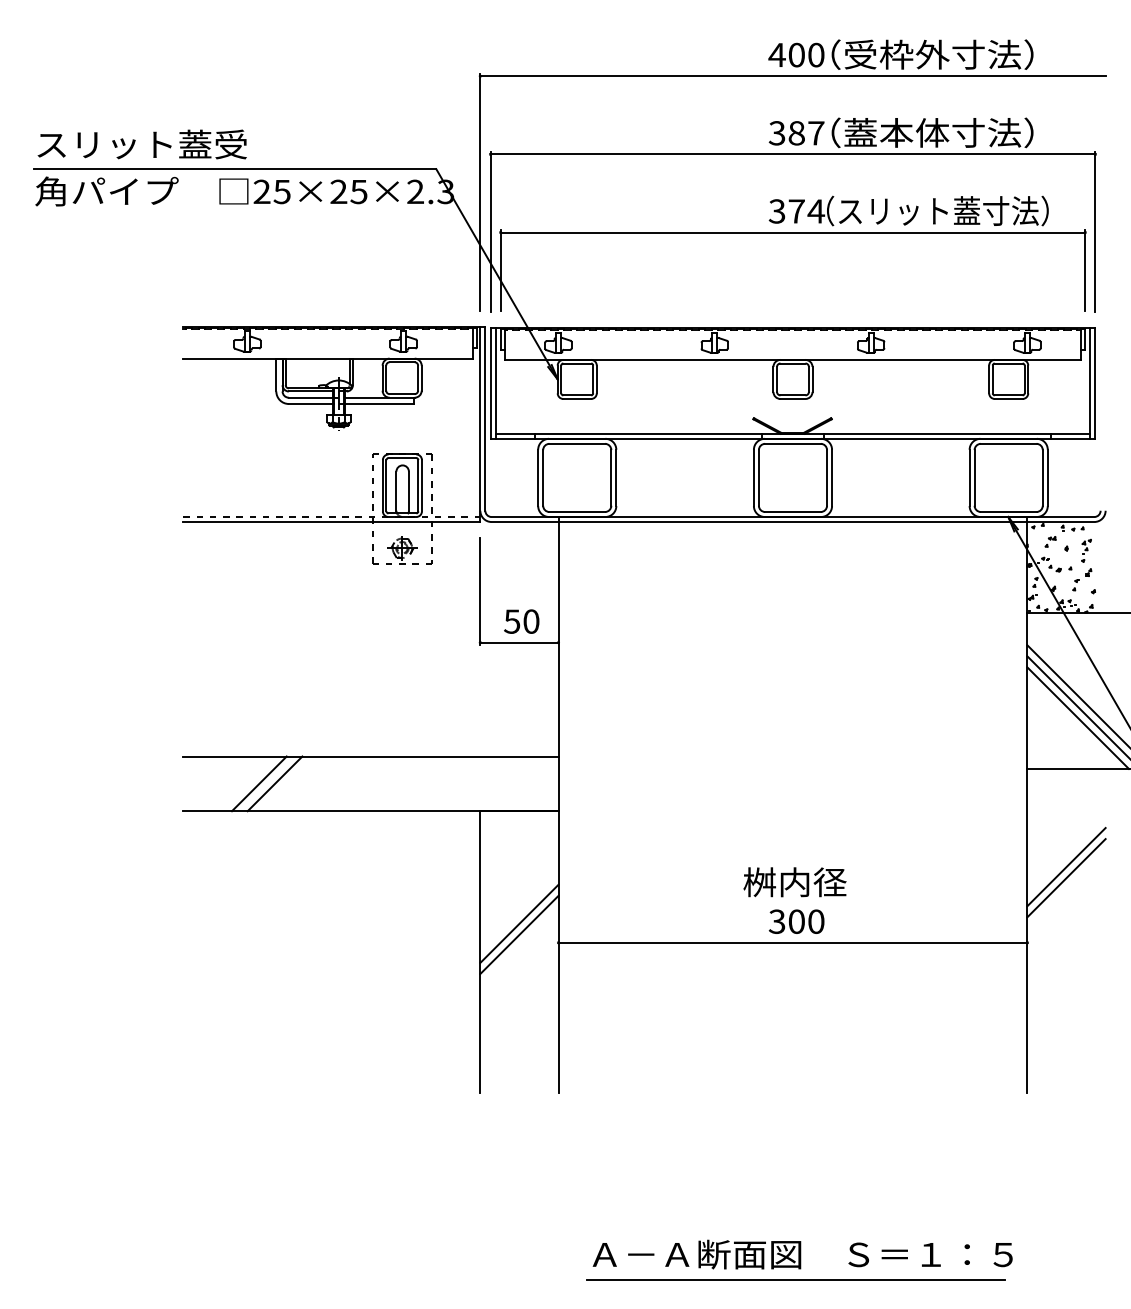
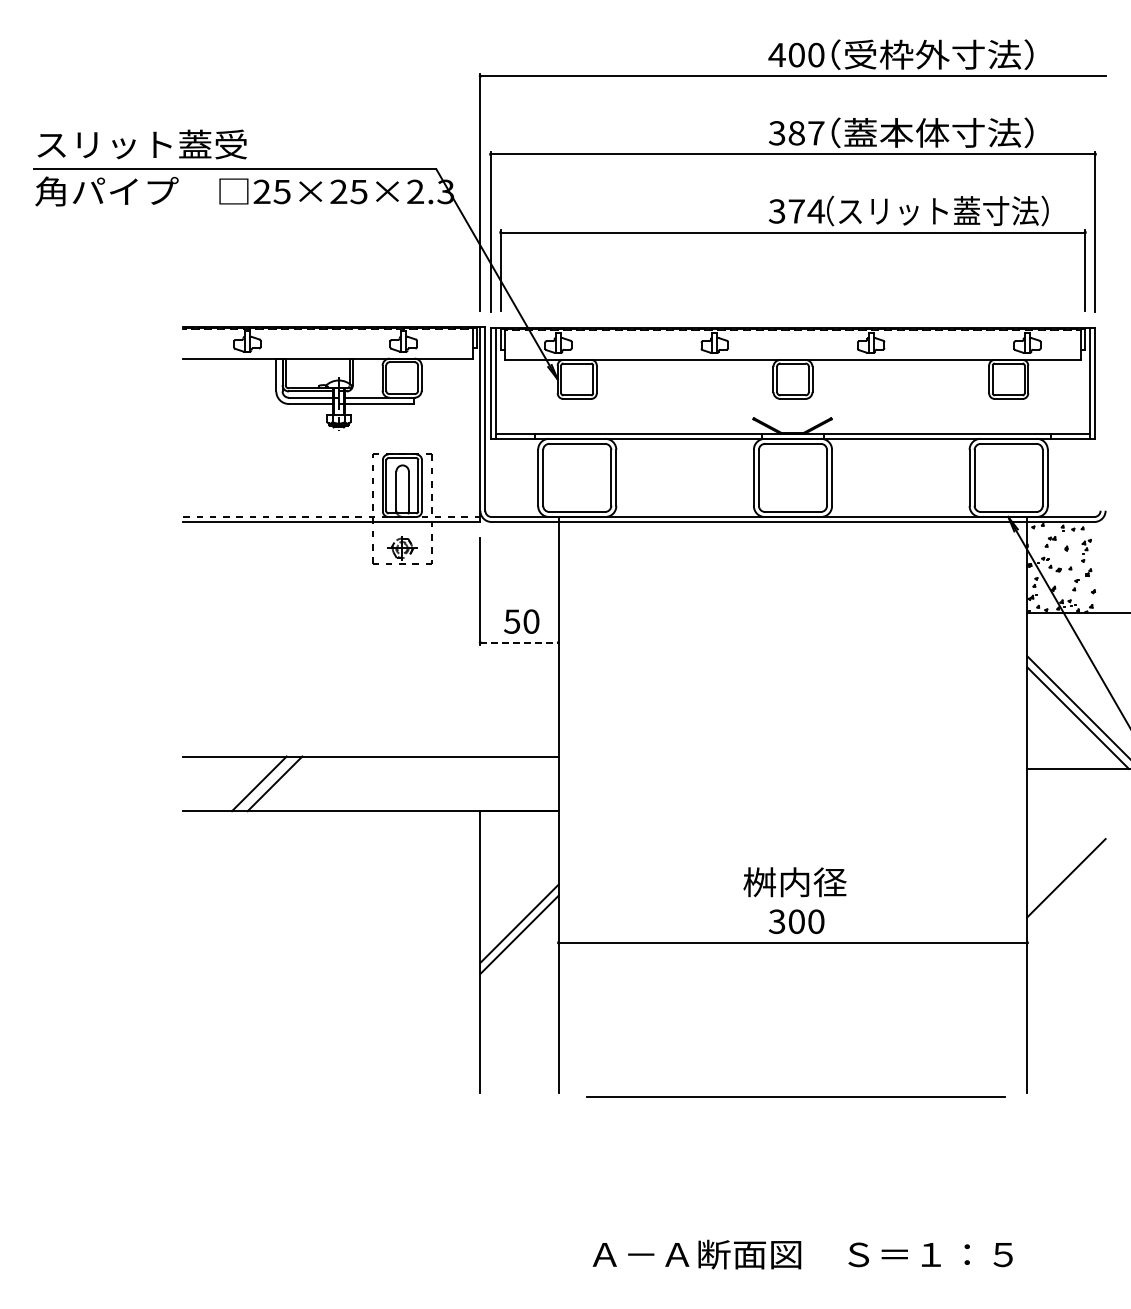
line at (519, 642): solid -> dashed
line at (1077, 695): present -> none
line at (1066, 867): present -> none
line at (795, 1279) position: (795, 1279) -> (795, 1096)
